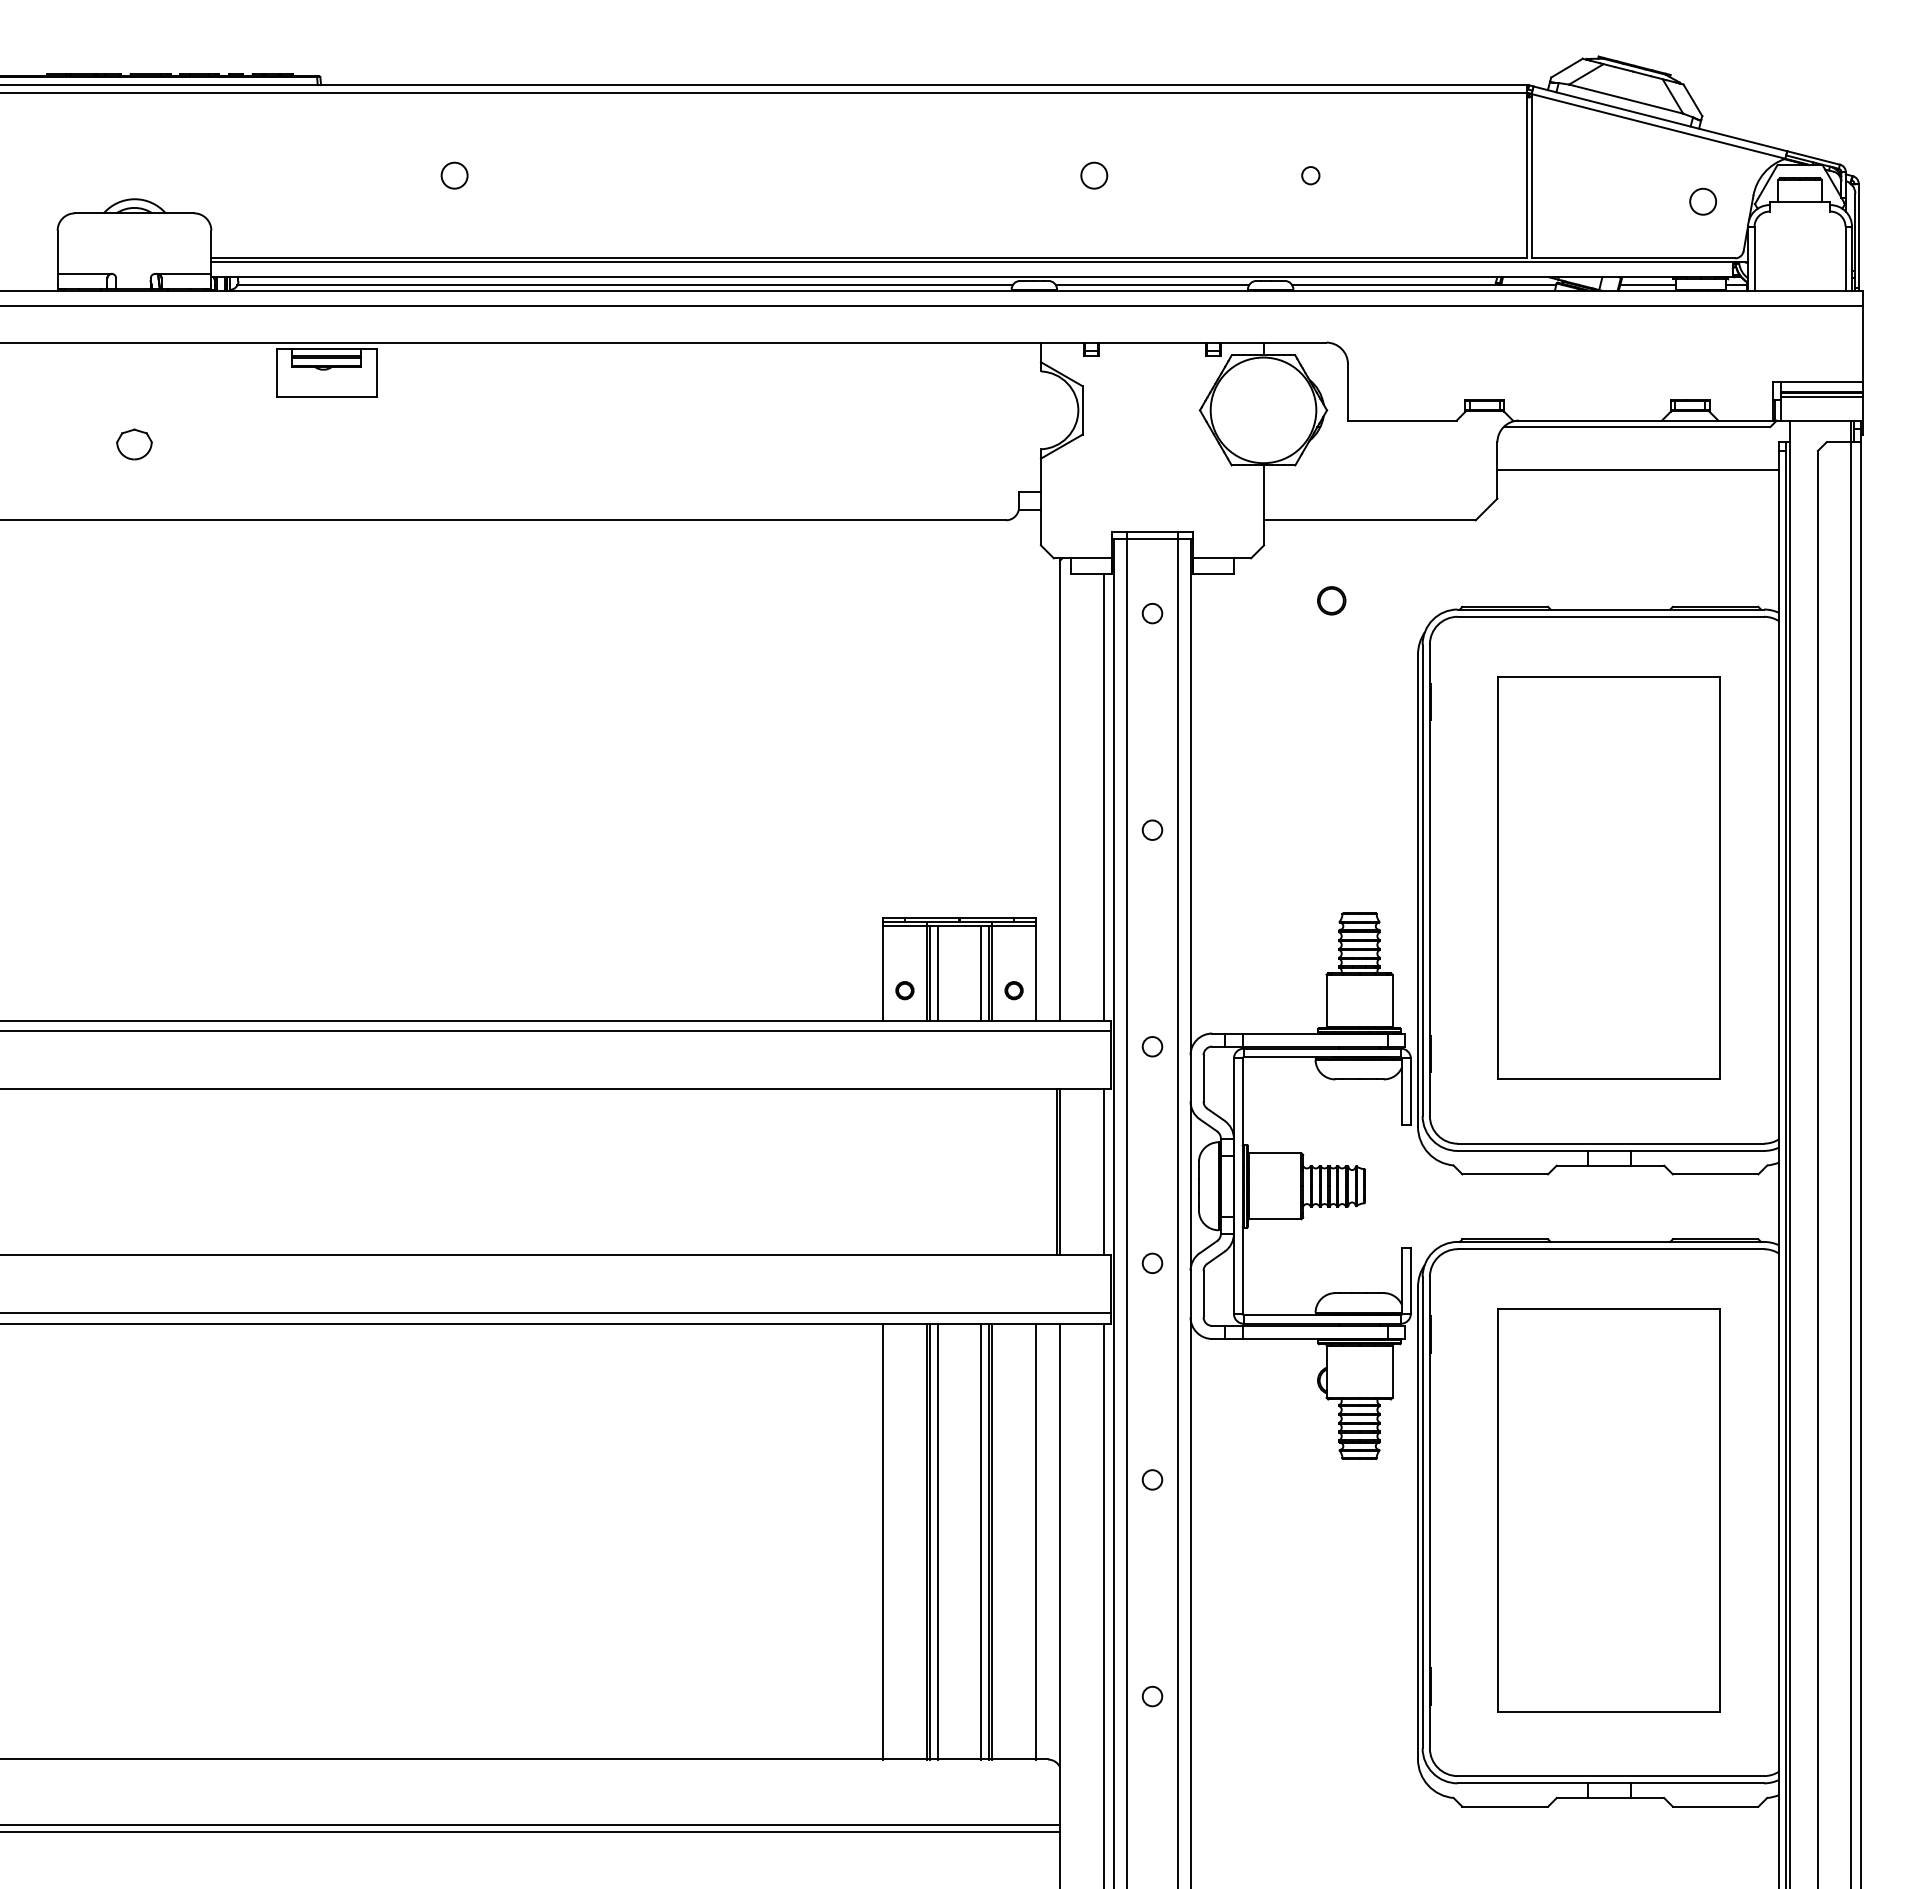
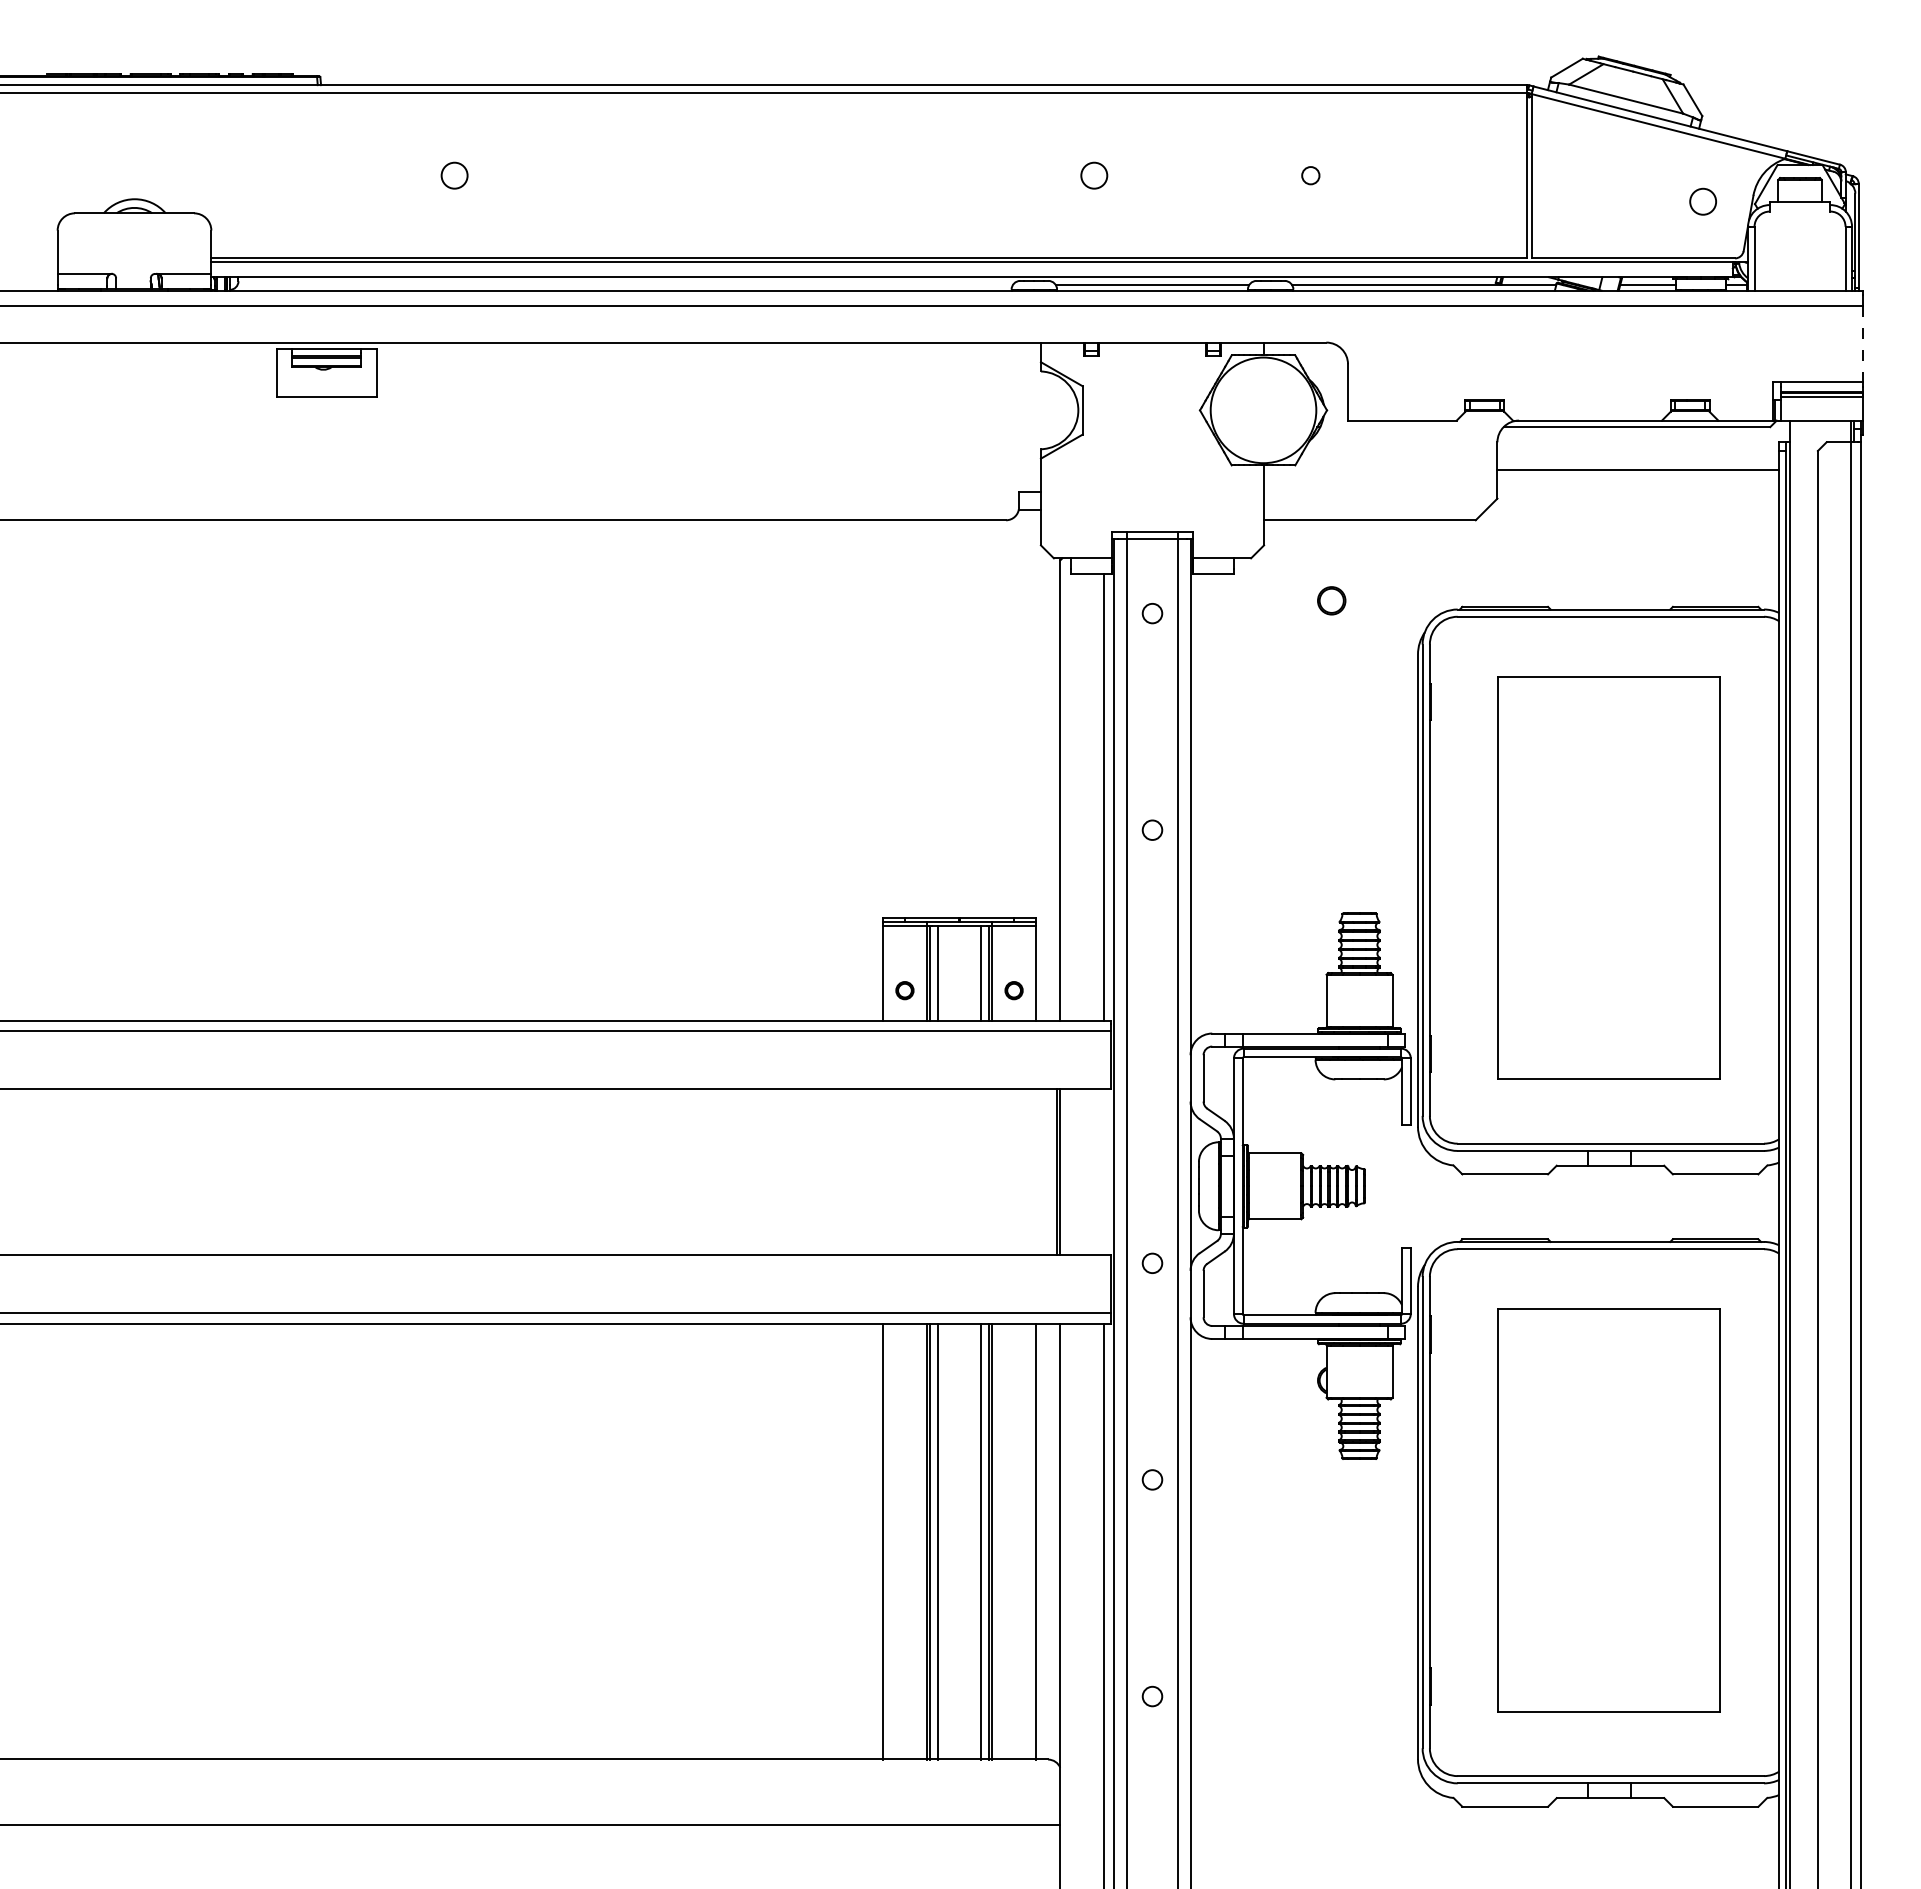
line at (624, 285): present -> none
line at (1863, 343): solid -> dashed
part at (134, 444): present -> none
circle at (1152, 1046): present -> none
line at (1103, 1172): present -> none
line at (531, 1832): present -> none
